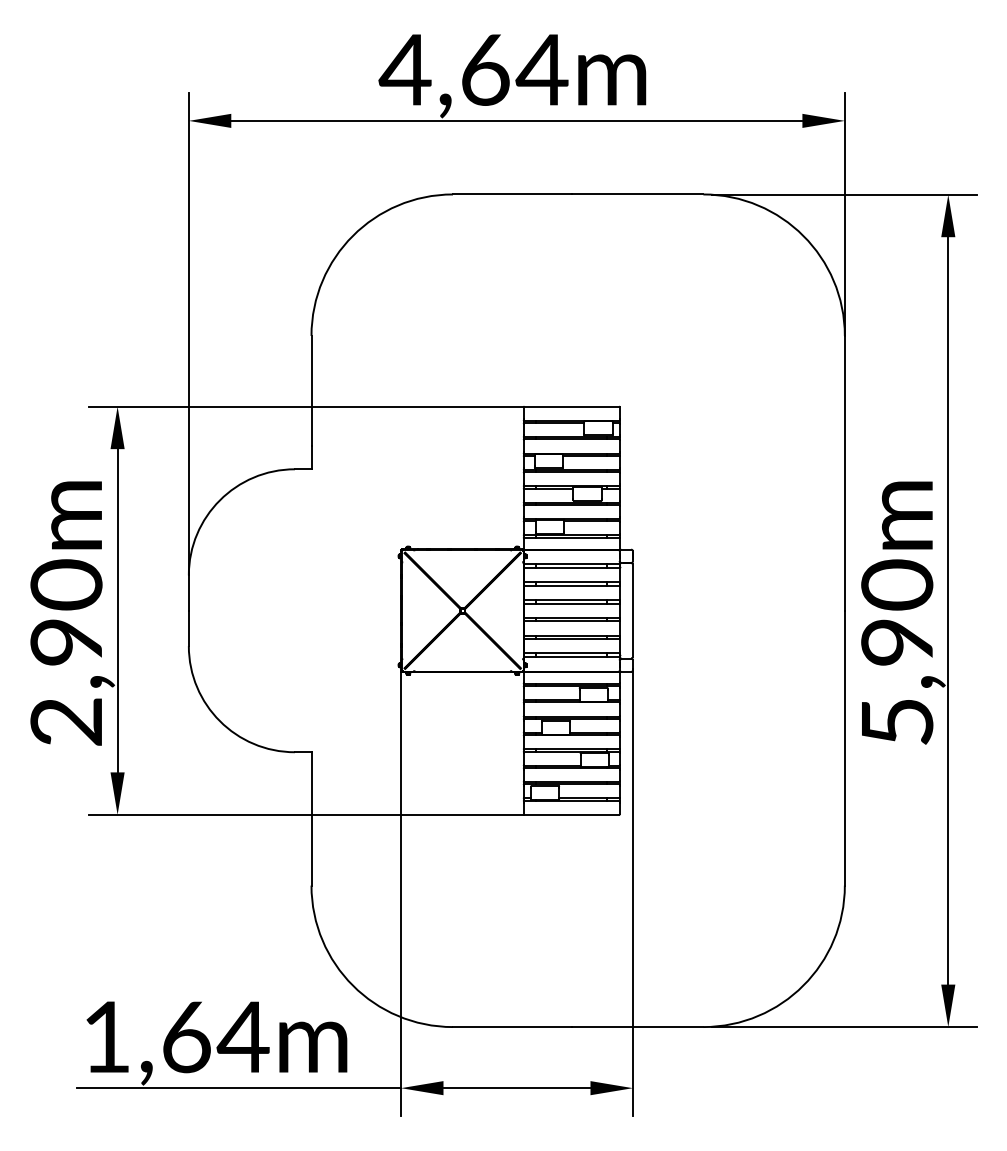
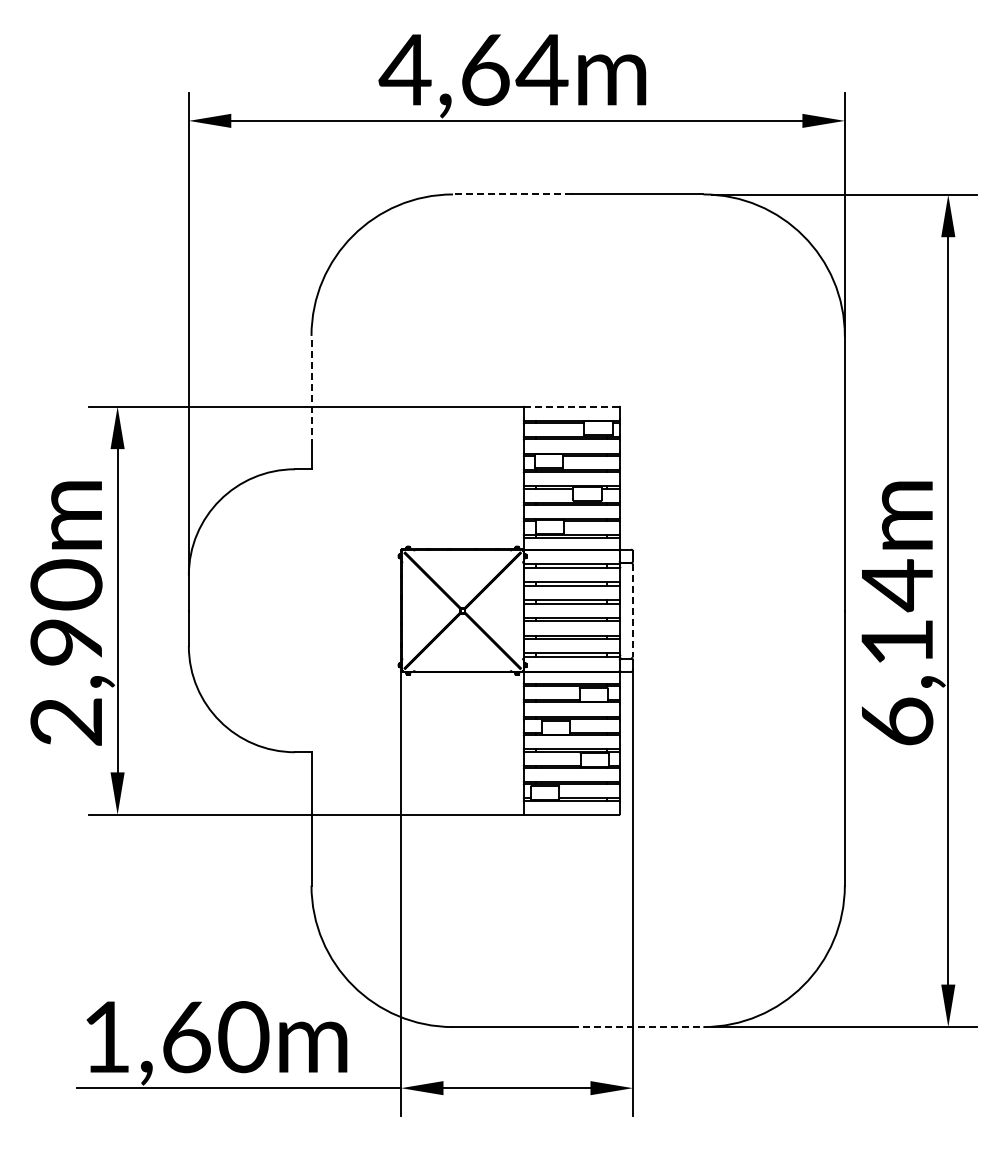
line at (511, 194): solid -> dashed
line at (311, 390): solid -> dashed
line at (571, 406): solid -> dashed
line at (632, 611): solid -> dashed
text at (897, 652): 5,90m -> 6,14m
line at (637, 1027): solid -> dashed
text at (242, 1037): 1,64m -> 1,60m
